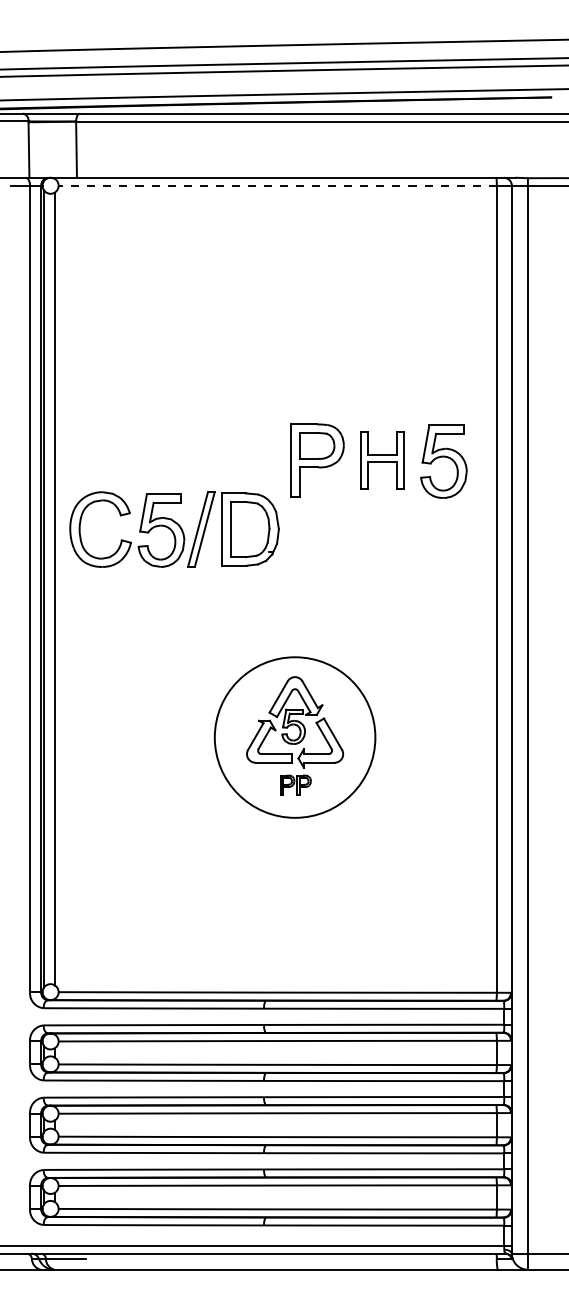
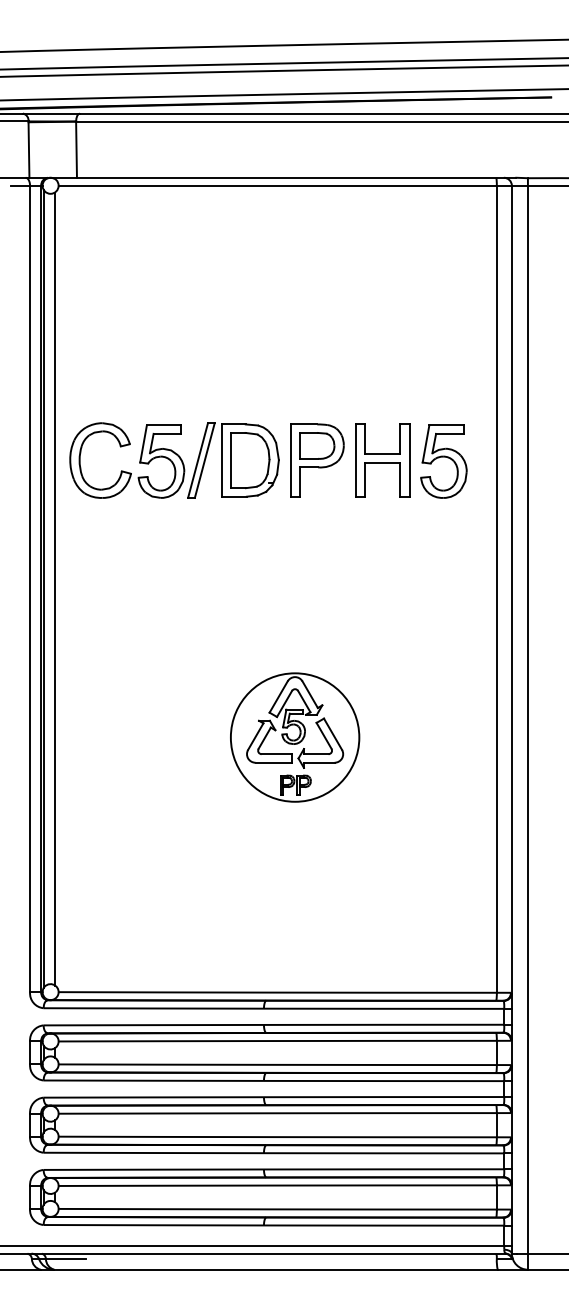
line at (277, 185): dashed -> solid
part at (382, 460) size: 45x59 px -> 56x75 px
part at (174, 529) position: (174, 529) -> (174, 460)
circle at (294, 737) diameter: 161 px -> 128 px
